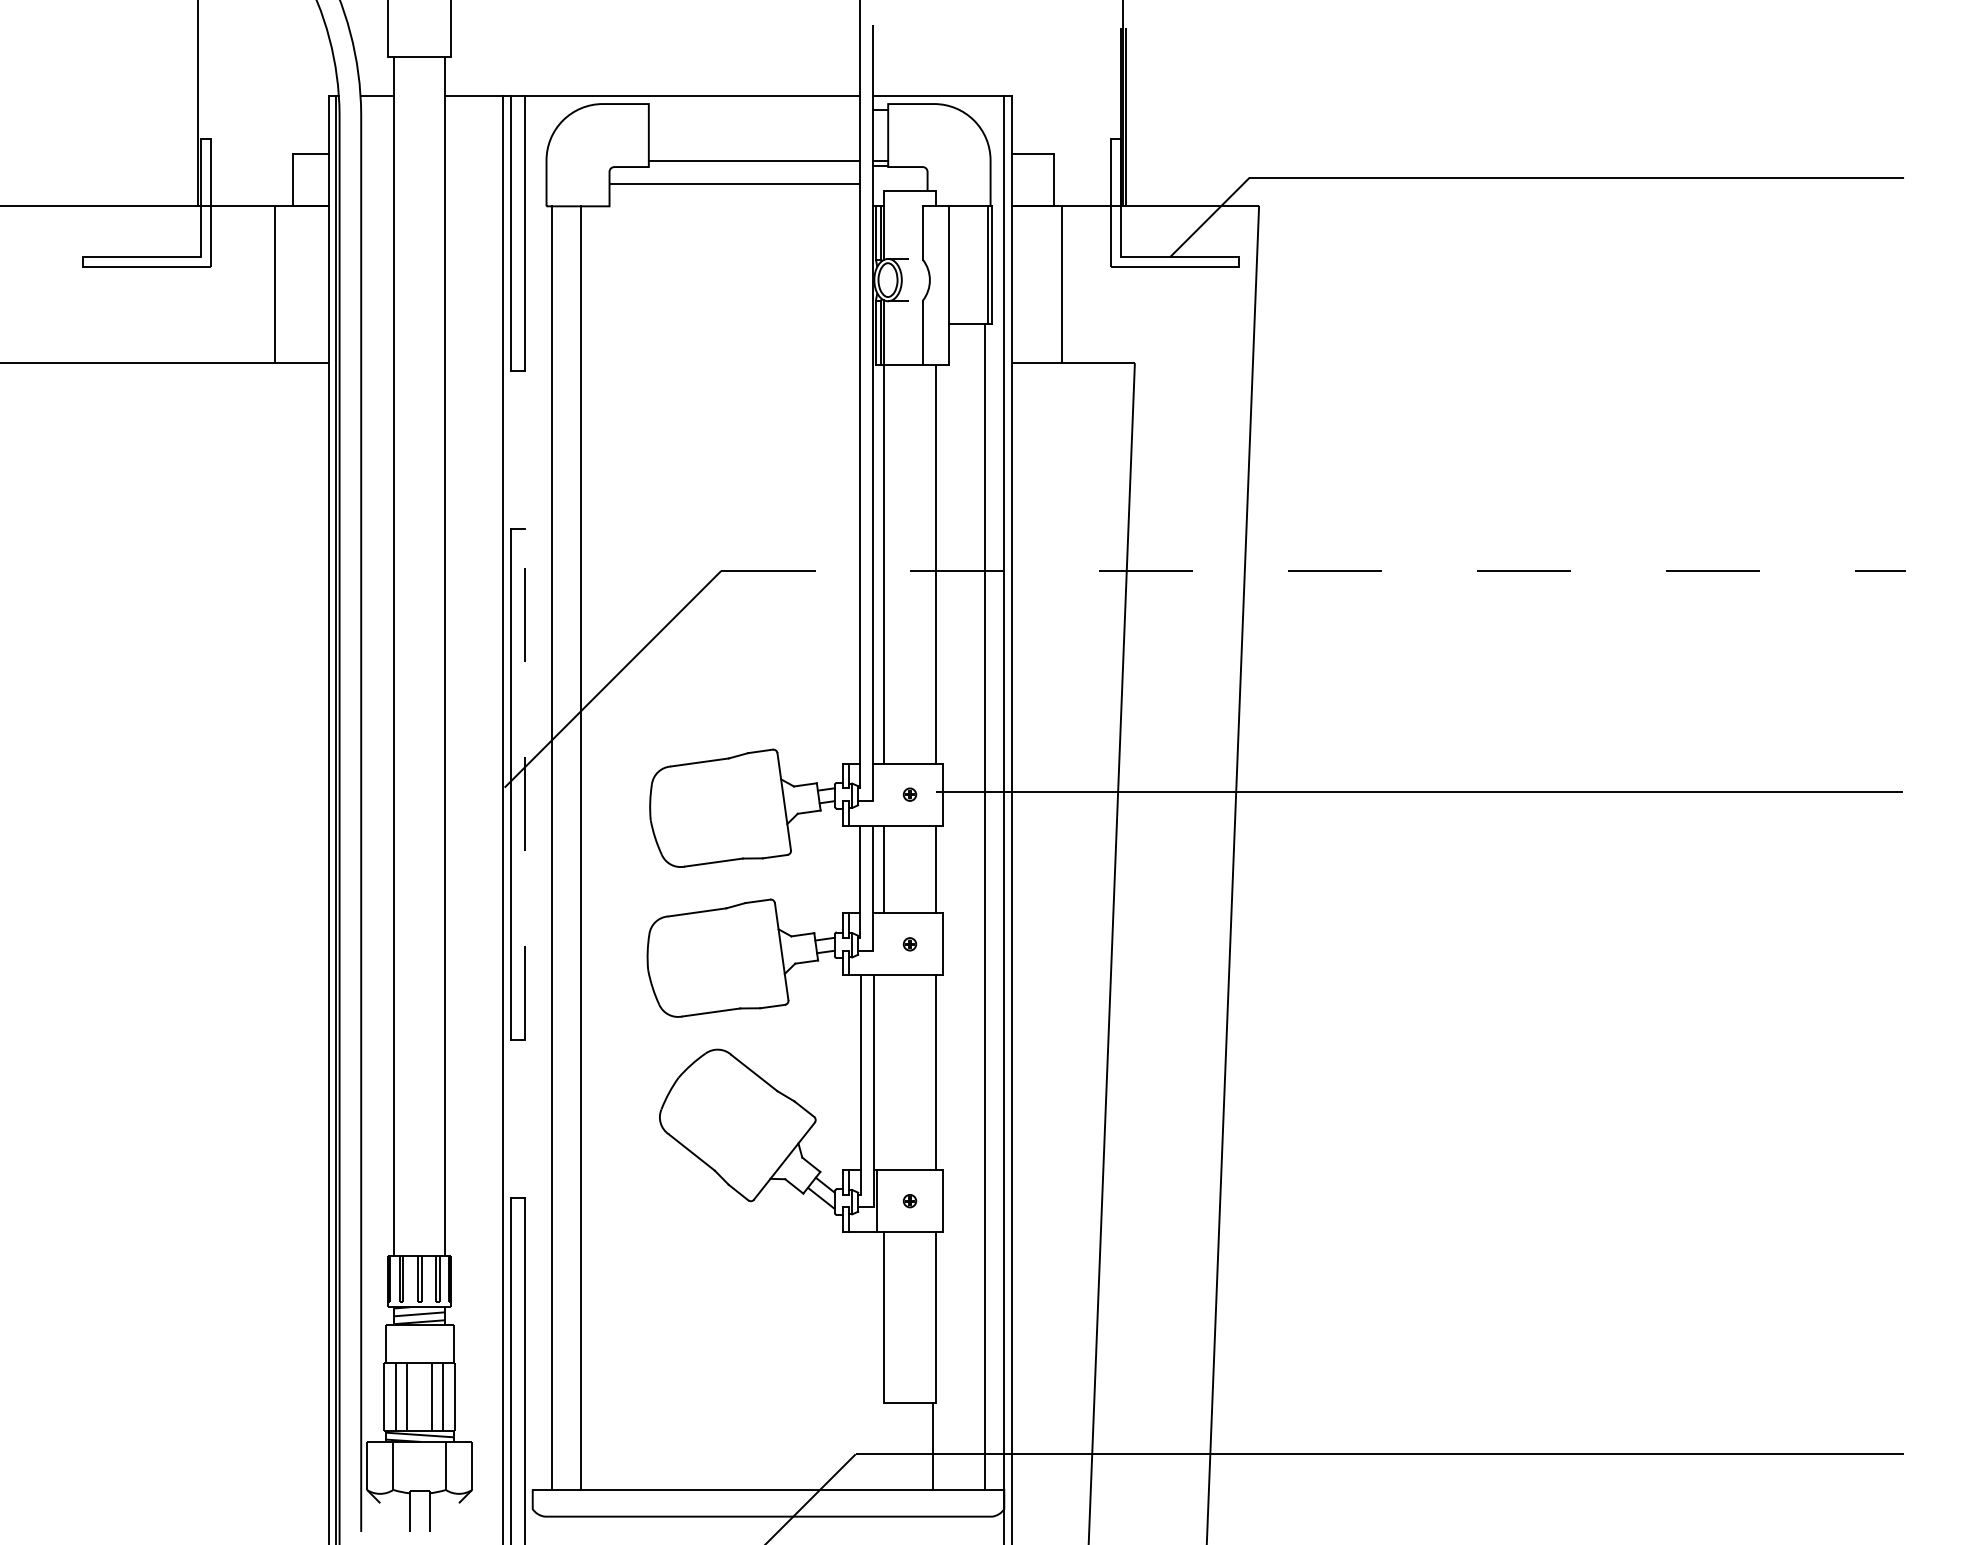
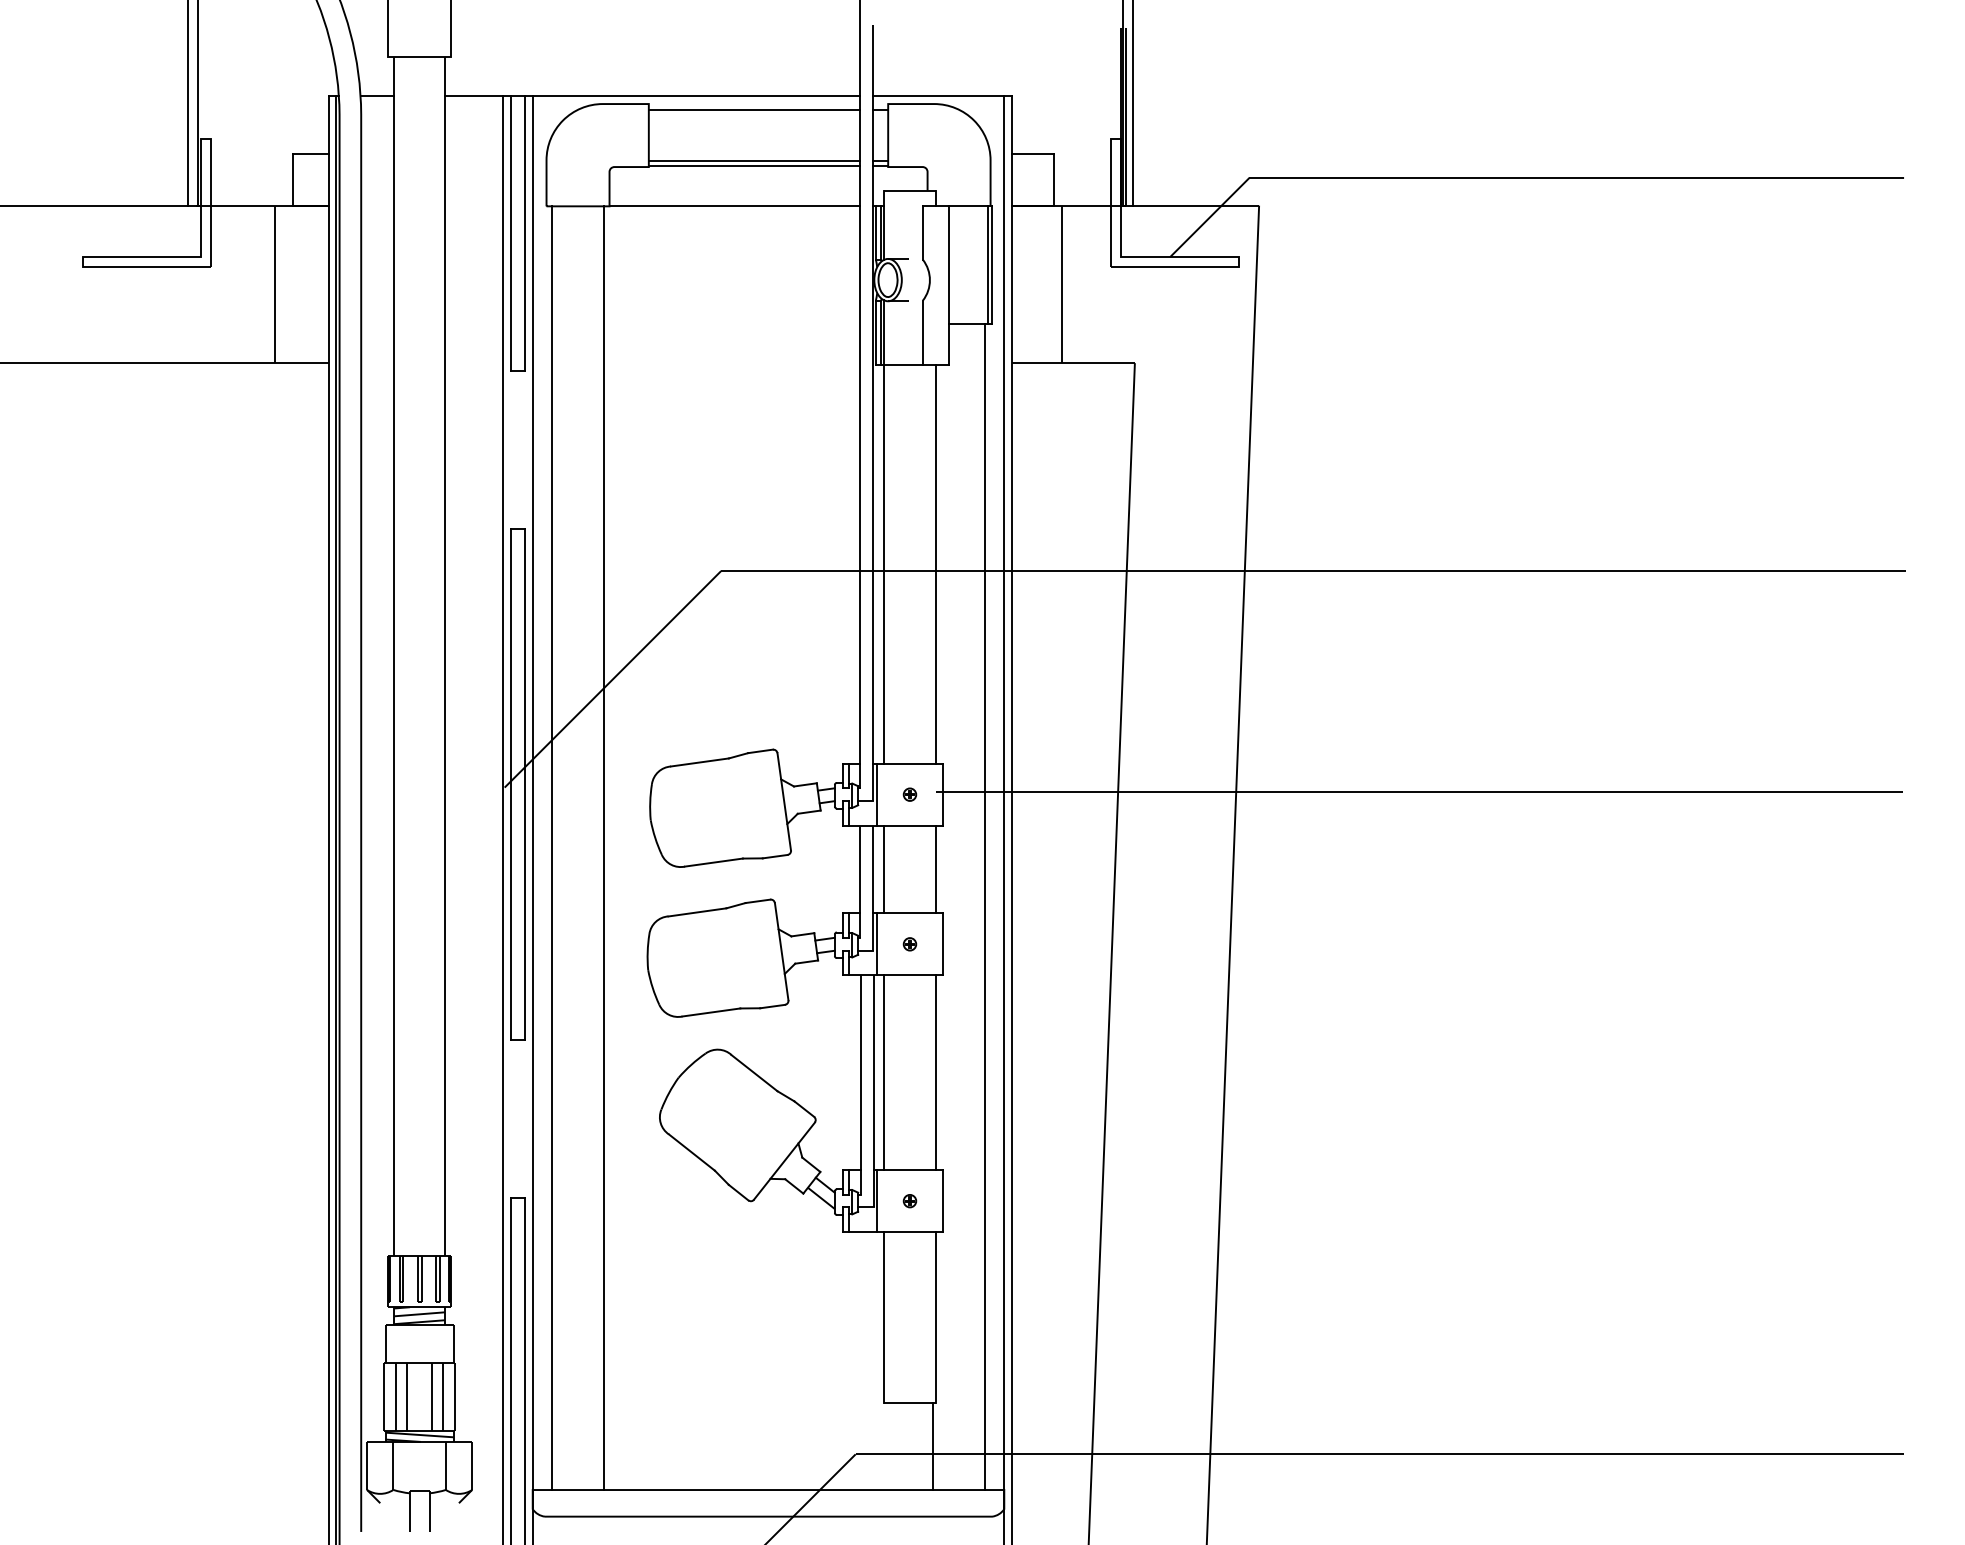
line at (188, 103): none -> present
line at (1133, 103): none -> present
line at (754, 109): none -> present
line at (754, 165): none -> present
line at (734, 184) position: (734, 184) -> (734, 206)
line at (1314, 571): dashed -> solid
line at (525, 784): dashed -> solid
line at (876, 794): none -> present
line at (532, 818): none -> present
line at (580, 848) position: (580, 848) -> (603, 848)
line at (876, 944): none -> present
line at (884, 1072): none -> present
